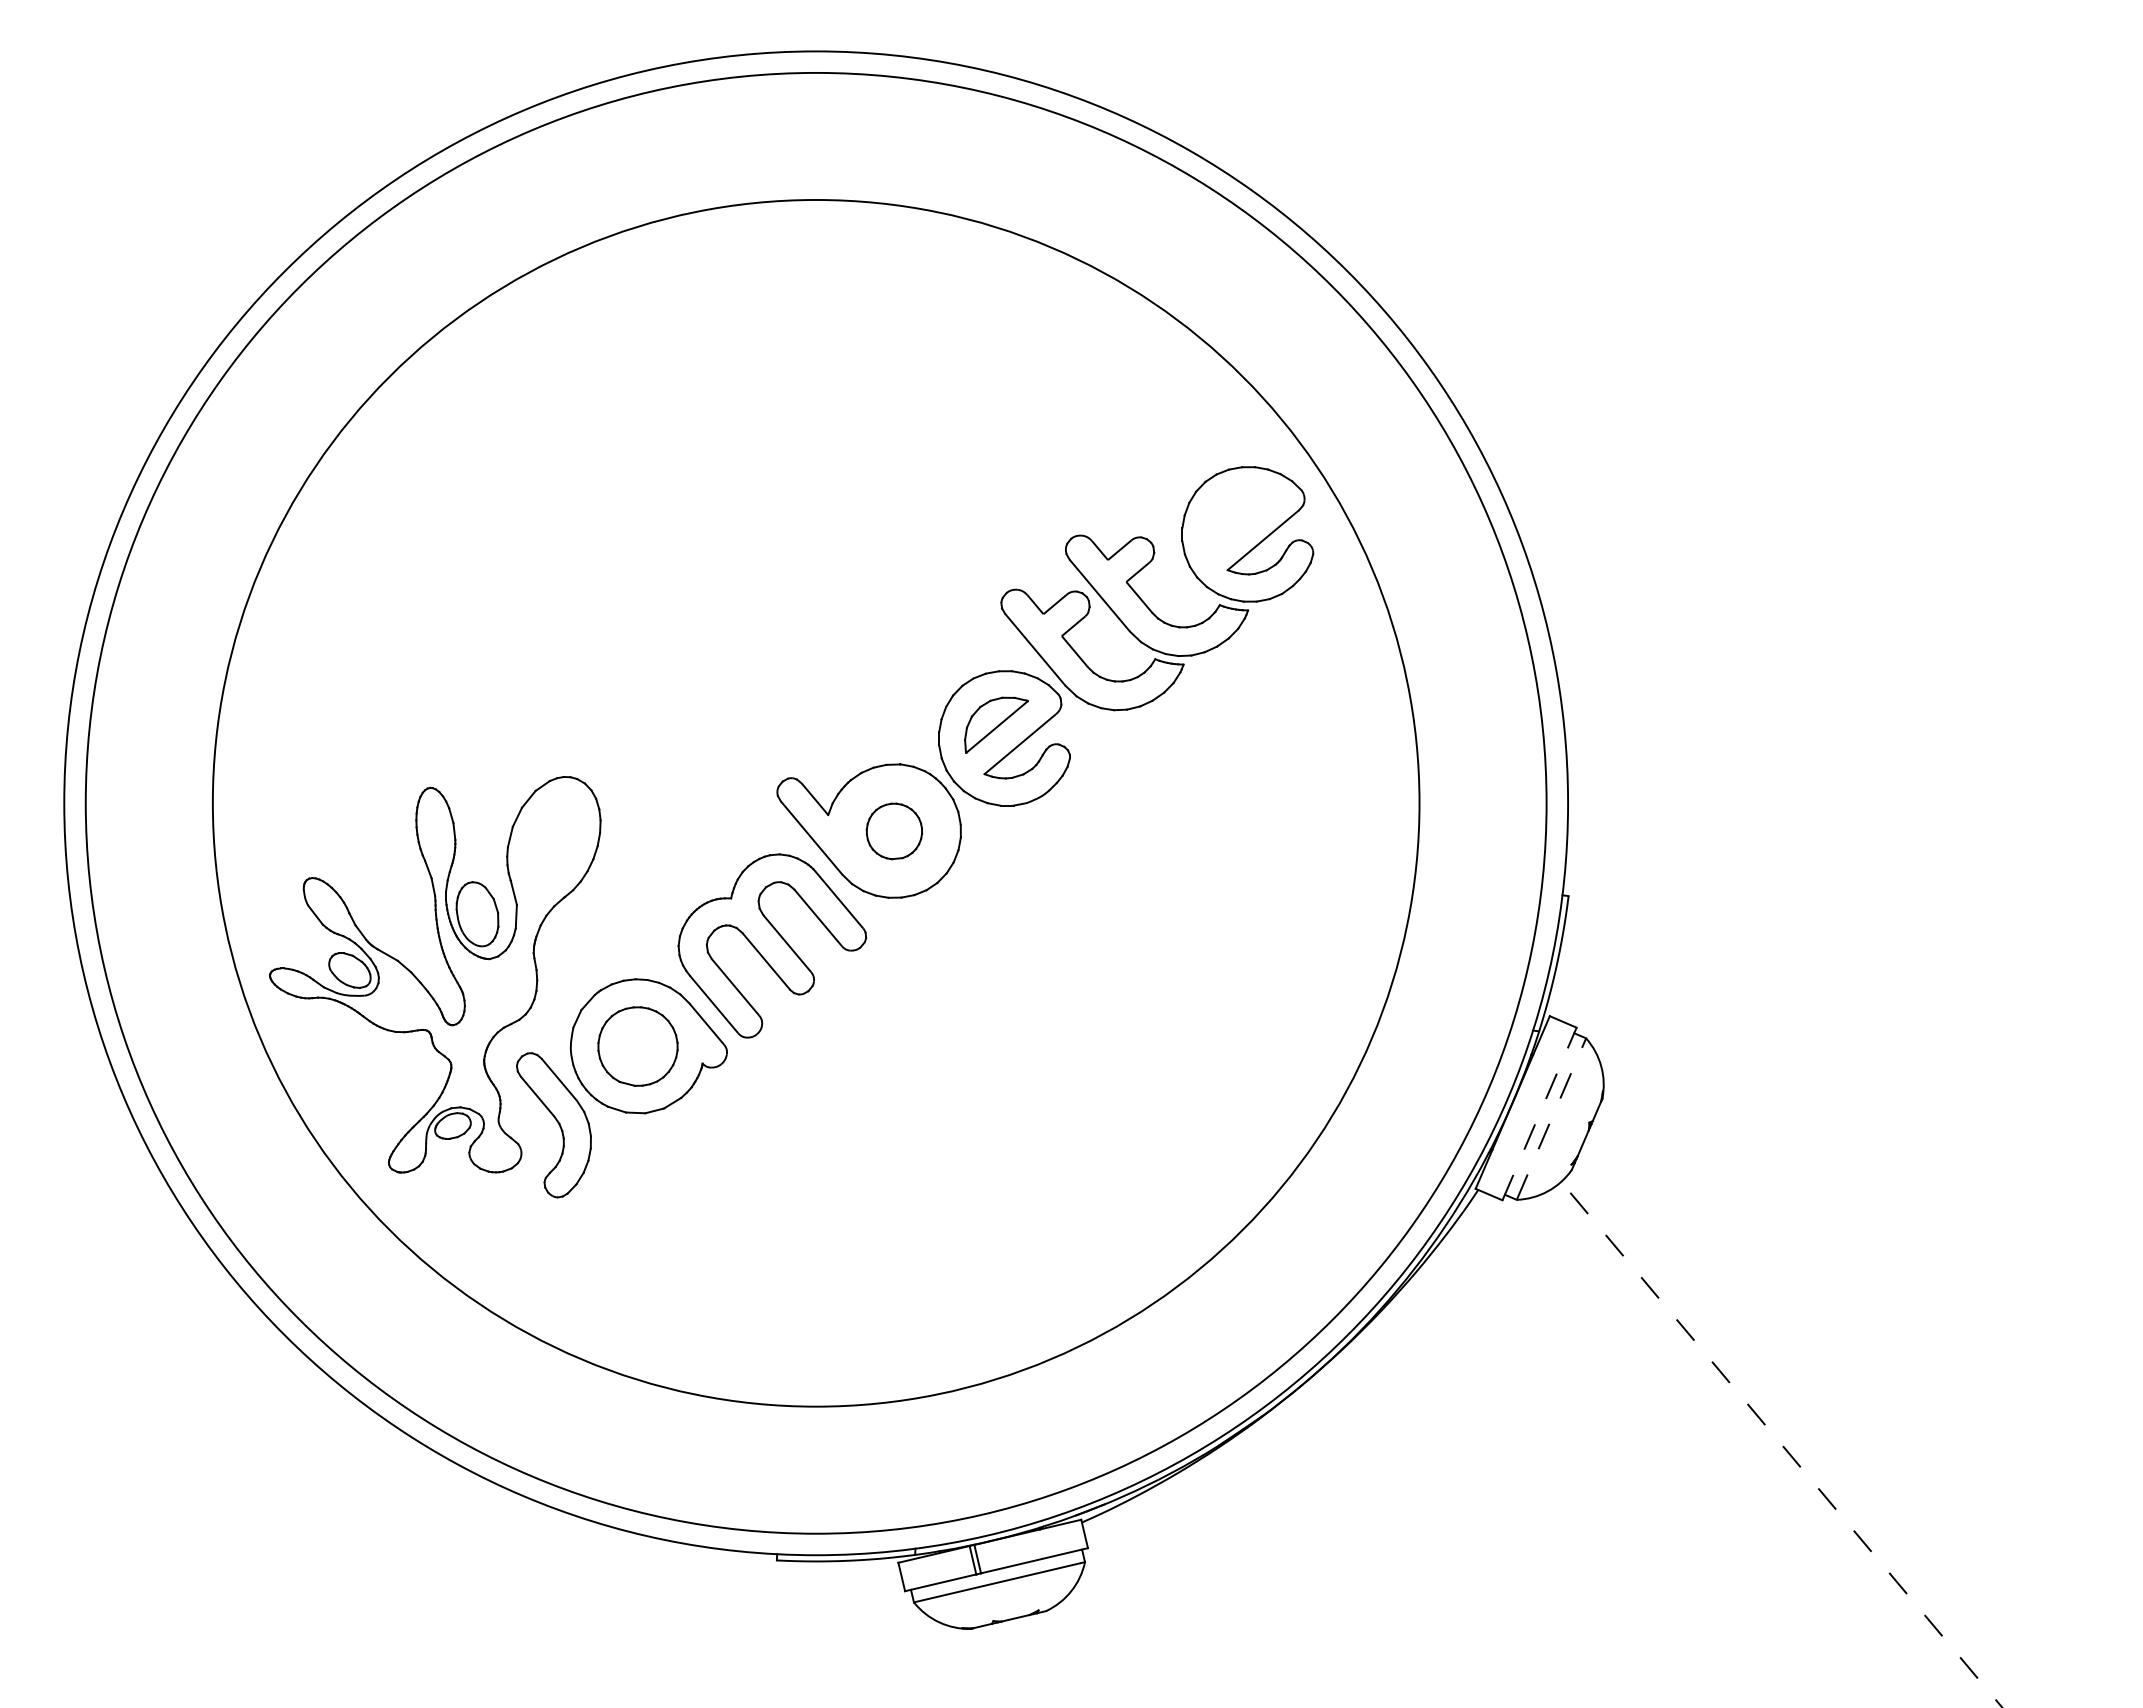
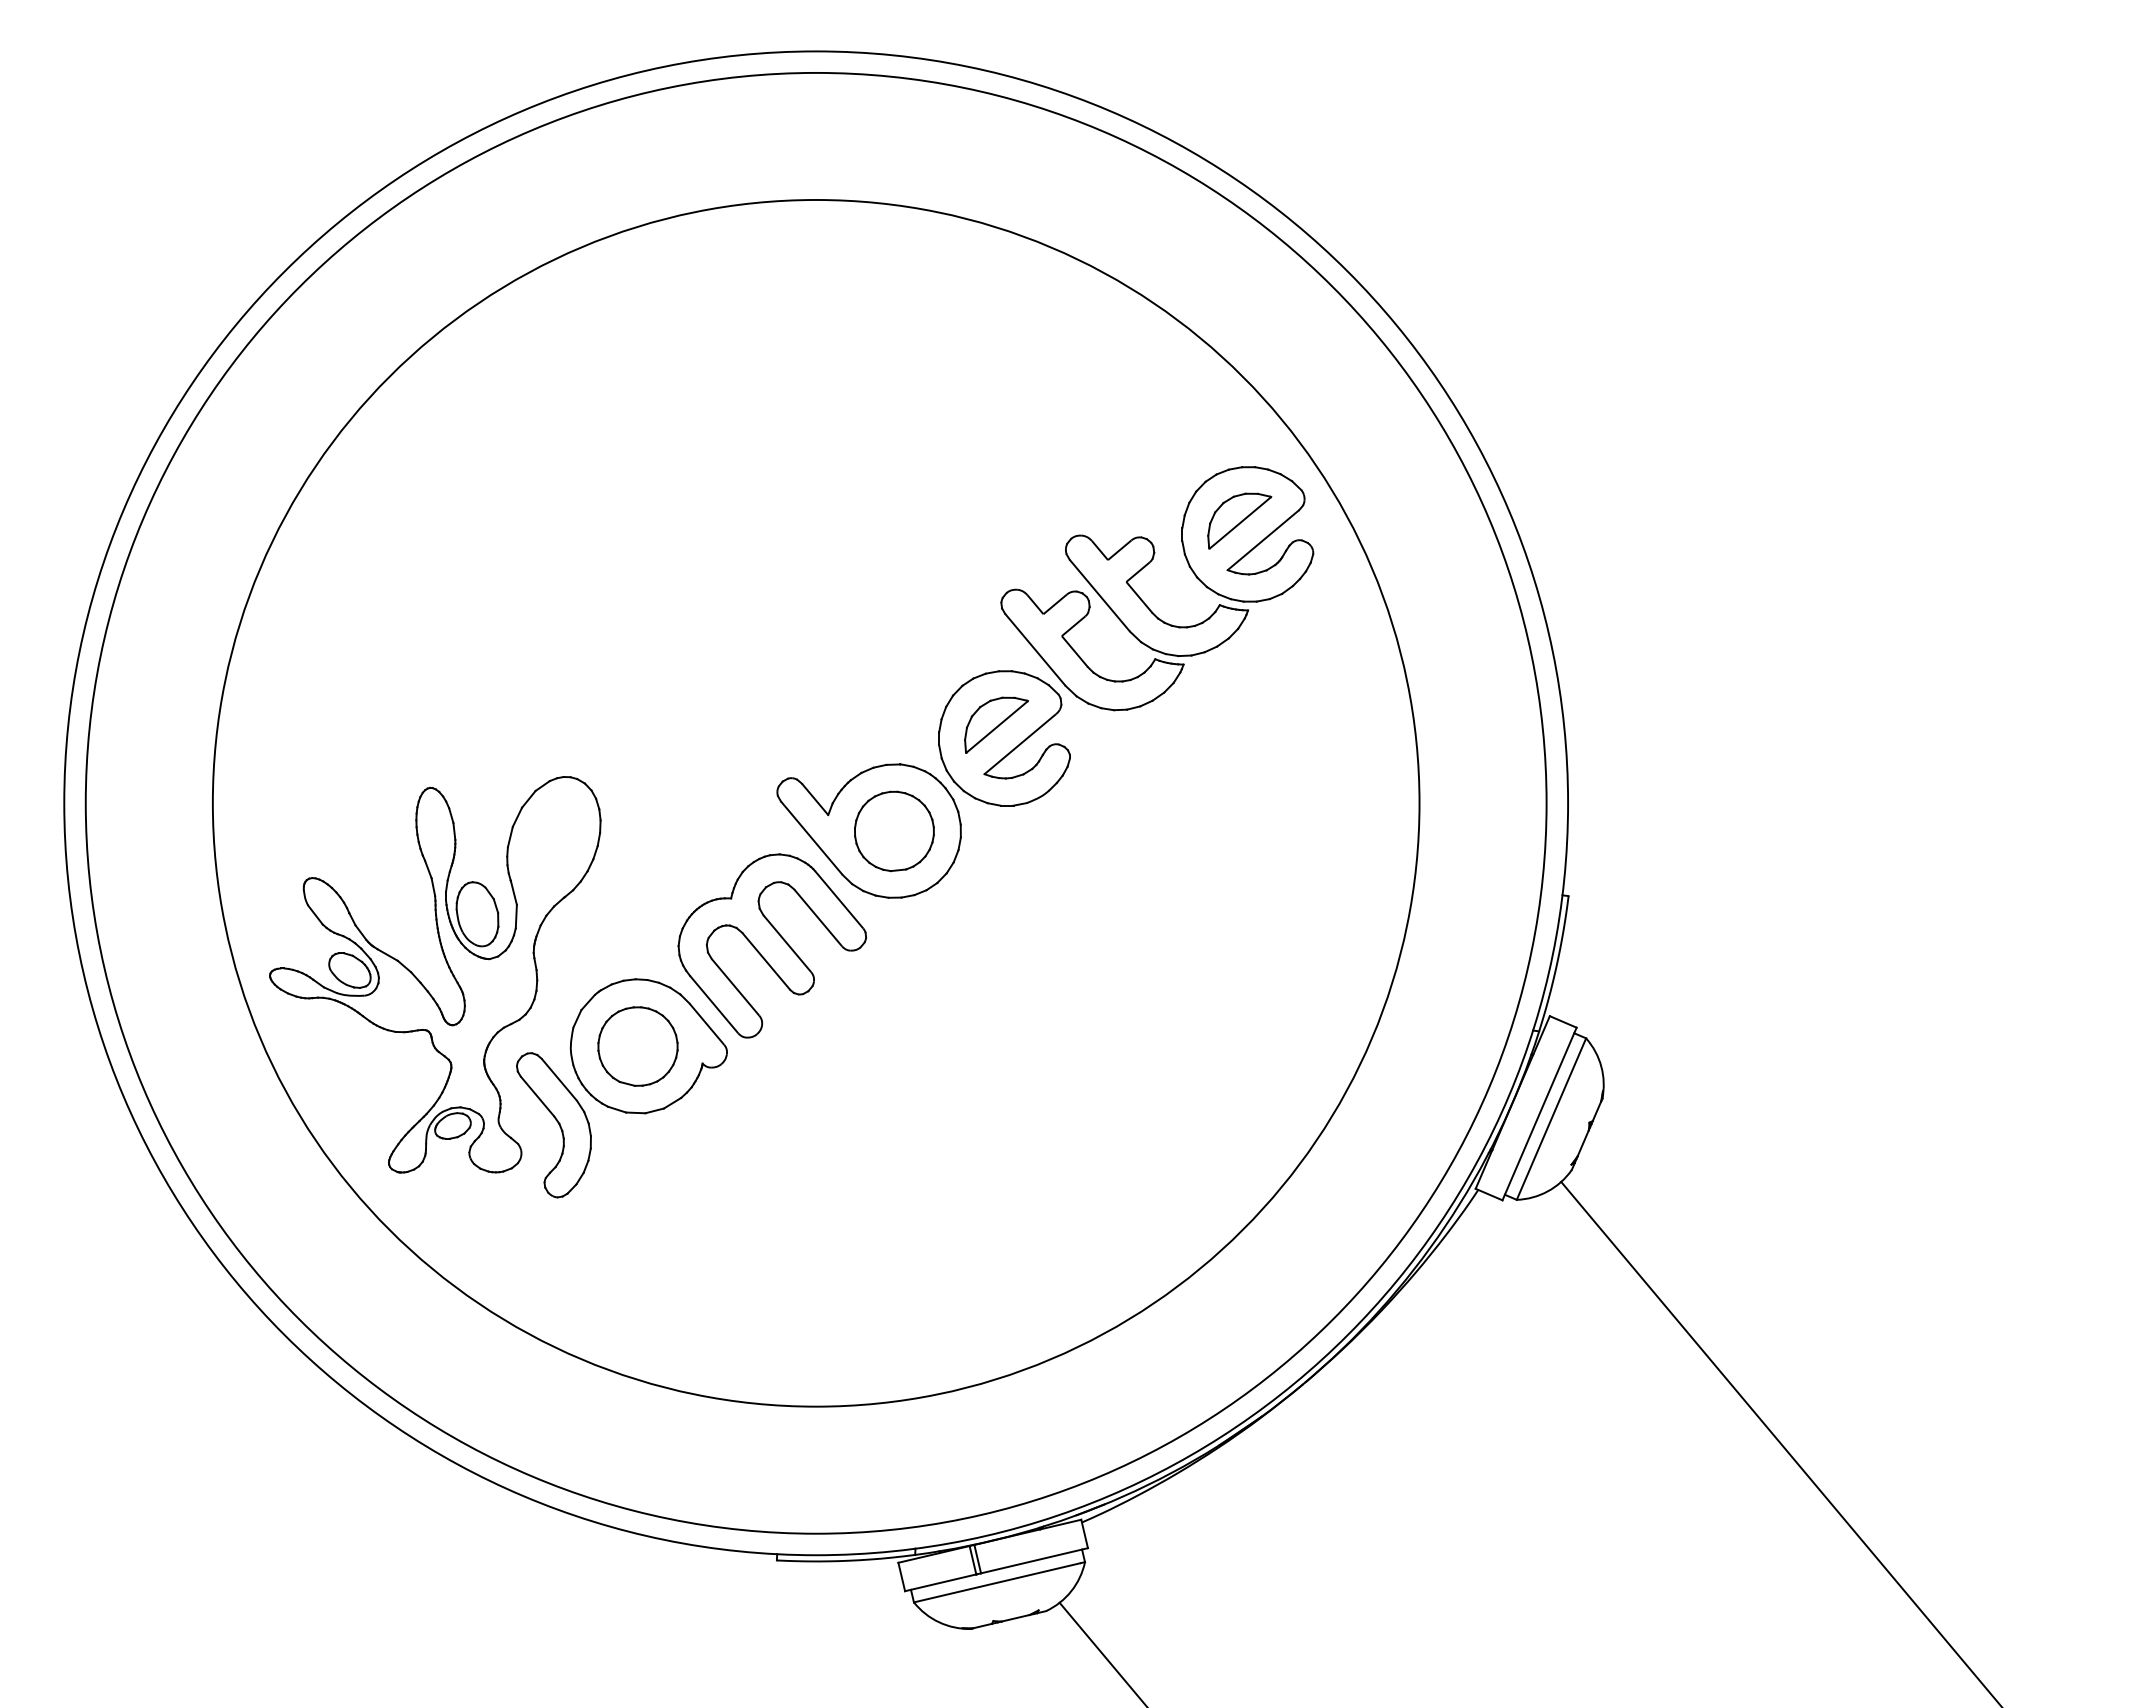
part at (1239, 520): none -> present
part at (894, 831) size: 59x59 px -> 81x83 px
line at (1539, 1114): dashed -> solid
line at (1551, 1119): dashed -> solid
line at (1781, 1444): dashed -> solid
line at (1102, 1653): none -> present
